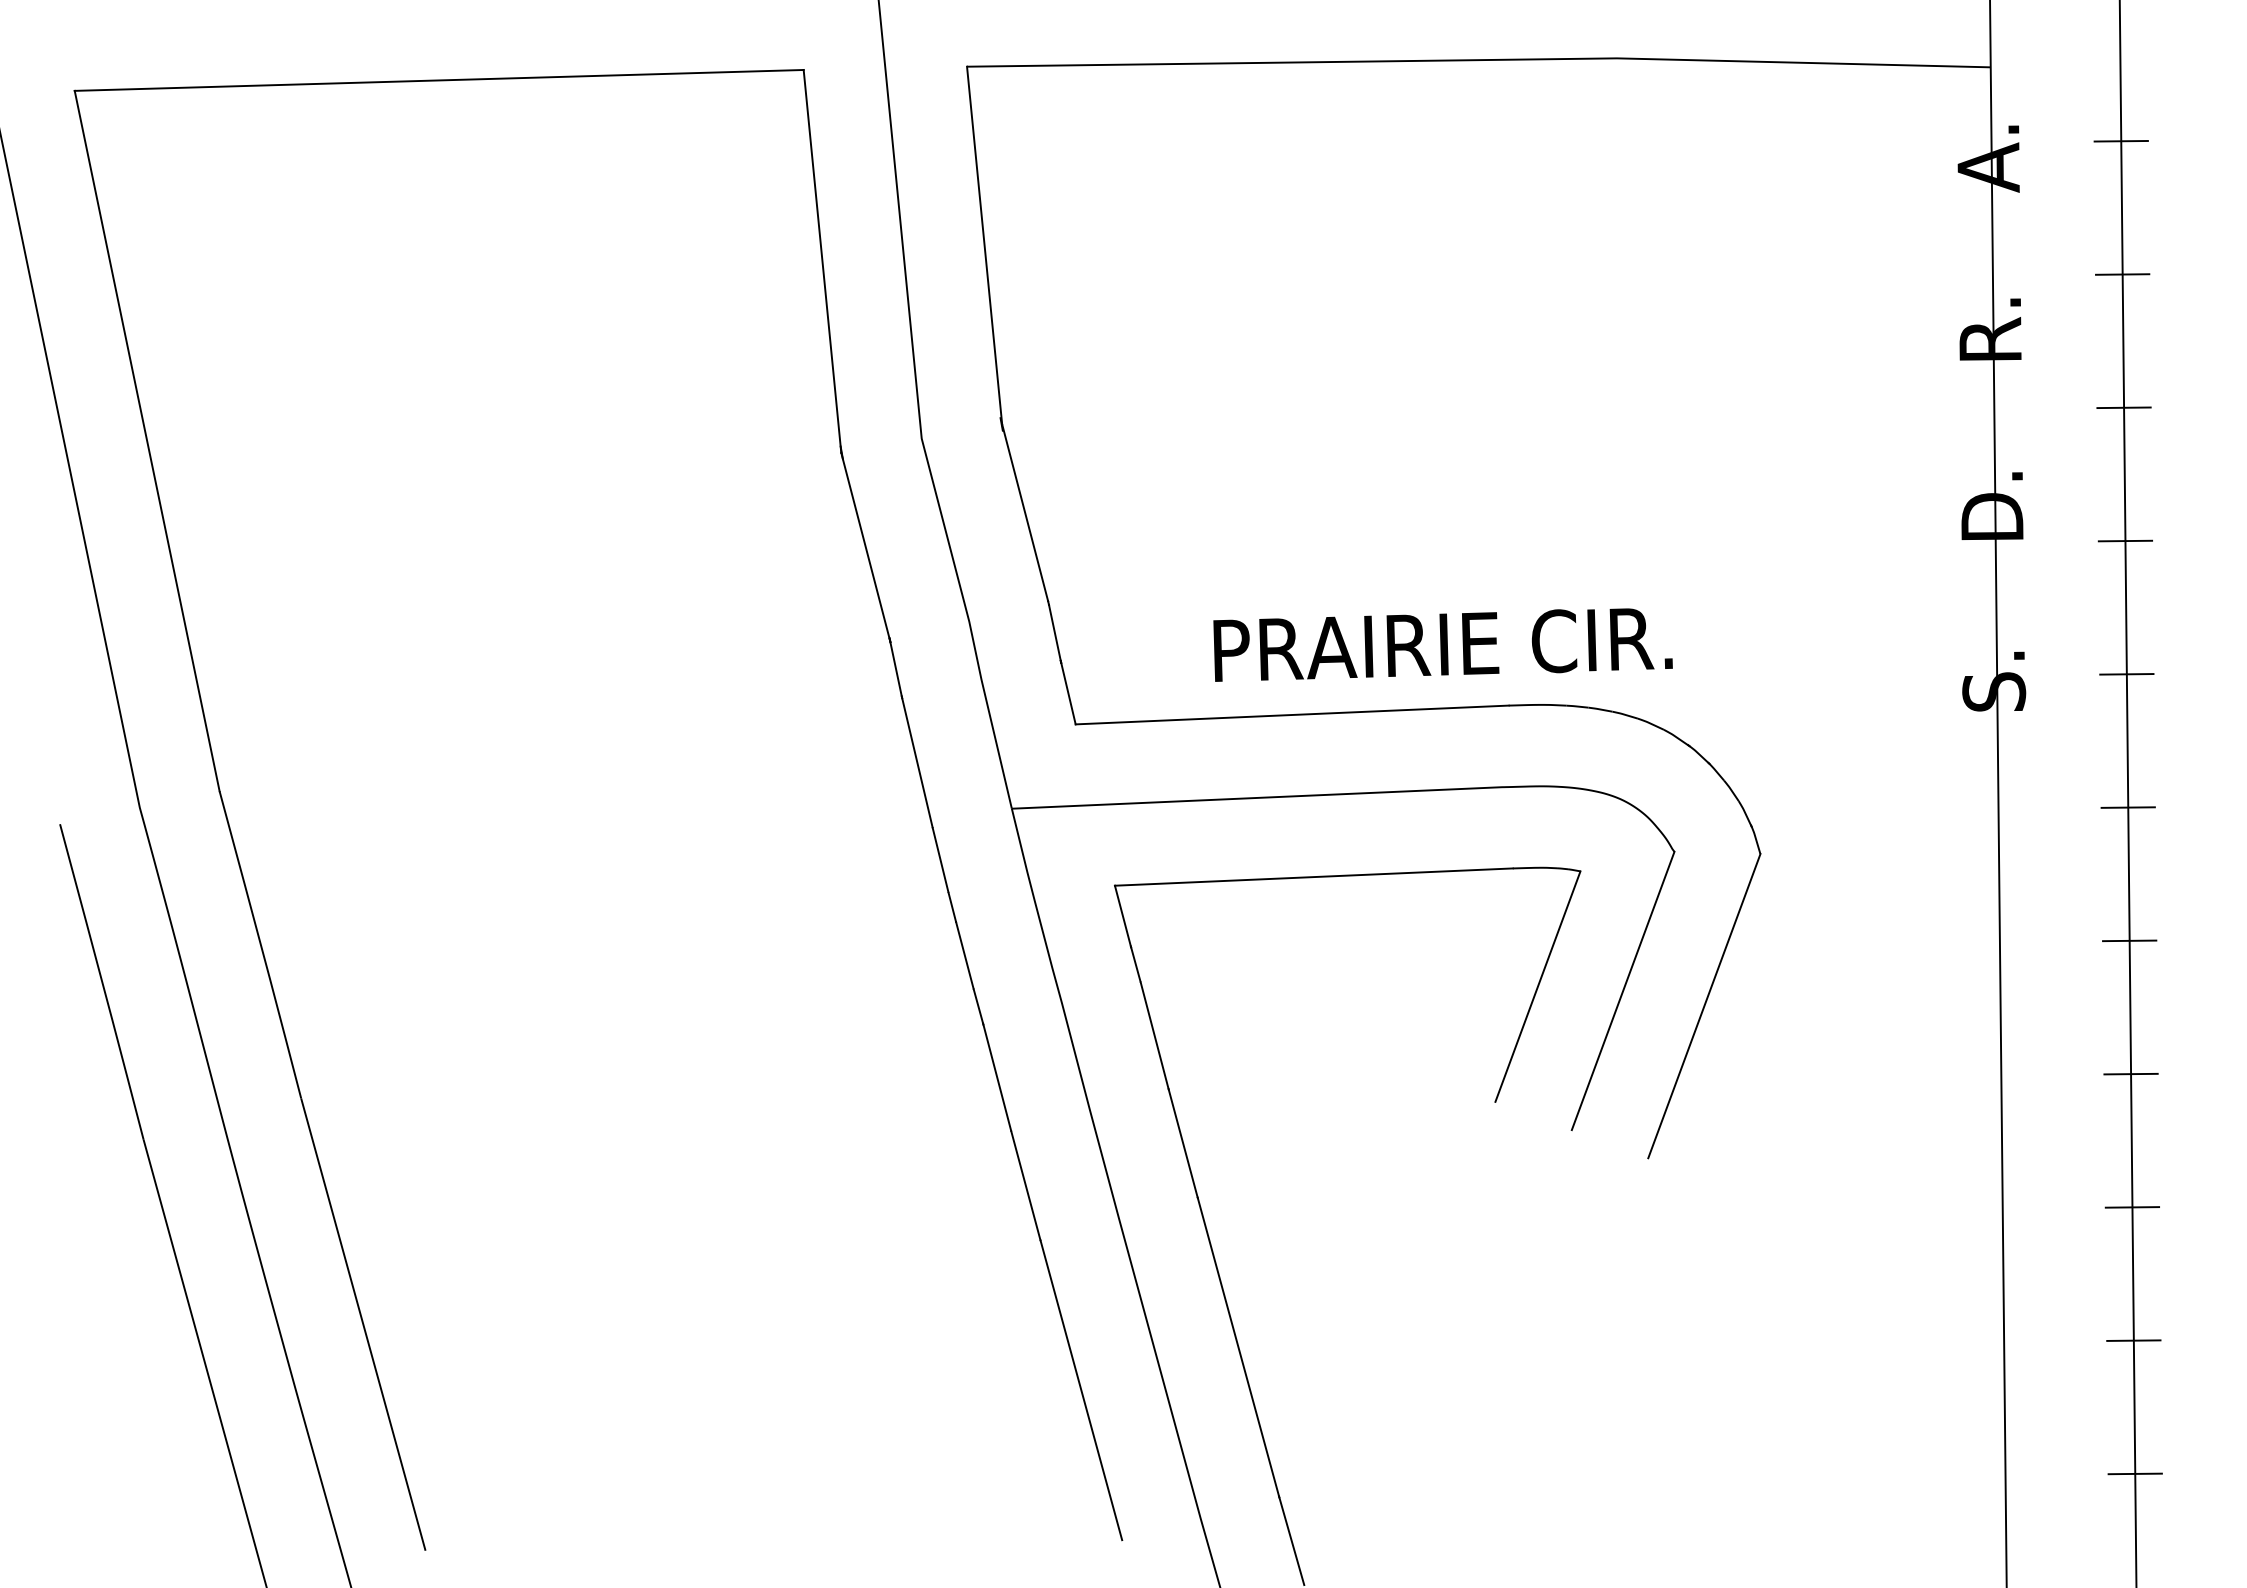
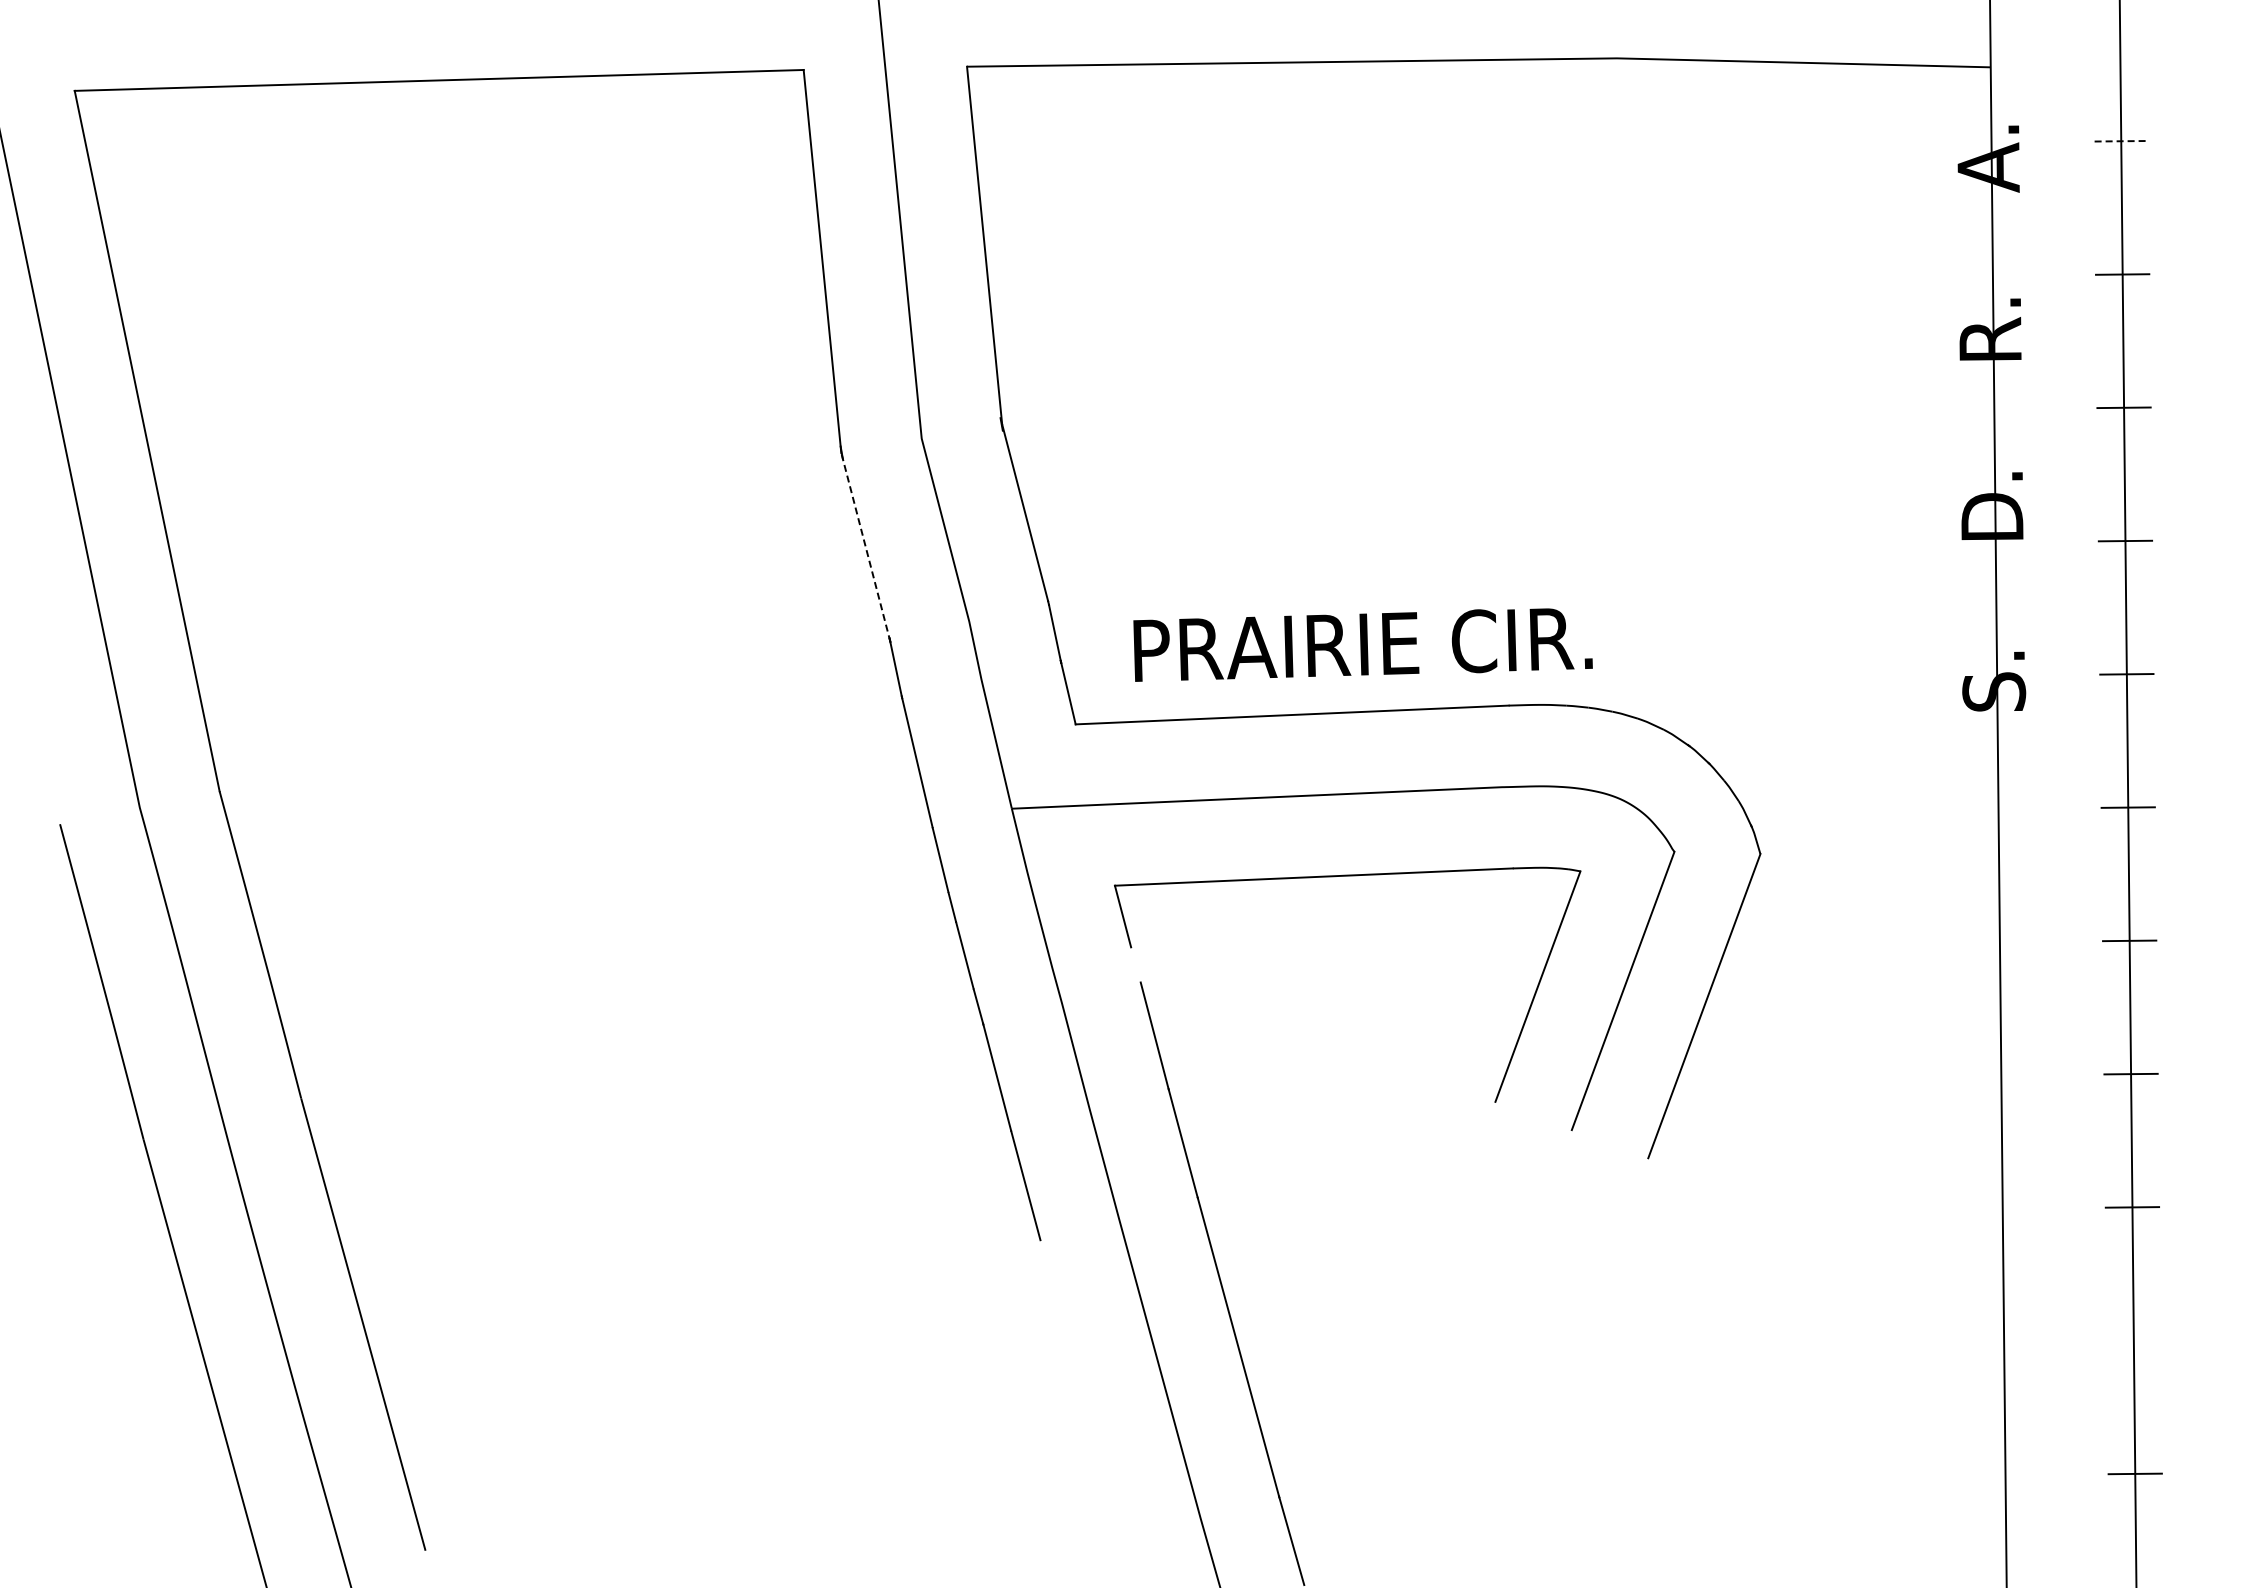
line at (2121, 141): solid -> dashed
line at (865, 547): solid -> dashed
text at (1442, 644) position: (1442, 644) -> (1362, 644)
line at (1135, 963): present -> none
line at (2133, 1340): present -> none
line at (1081, 1390): present -> none
